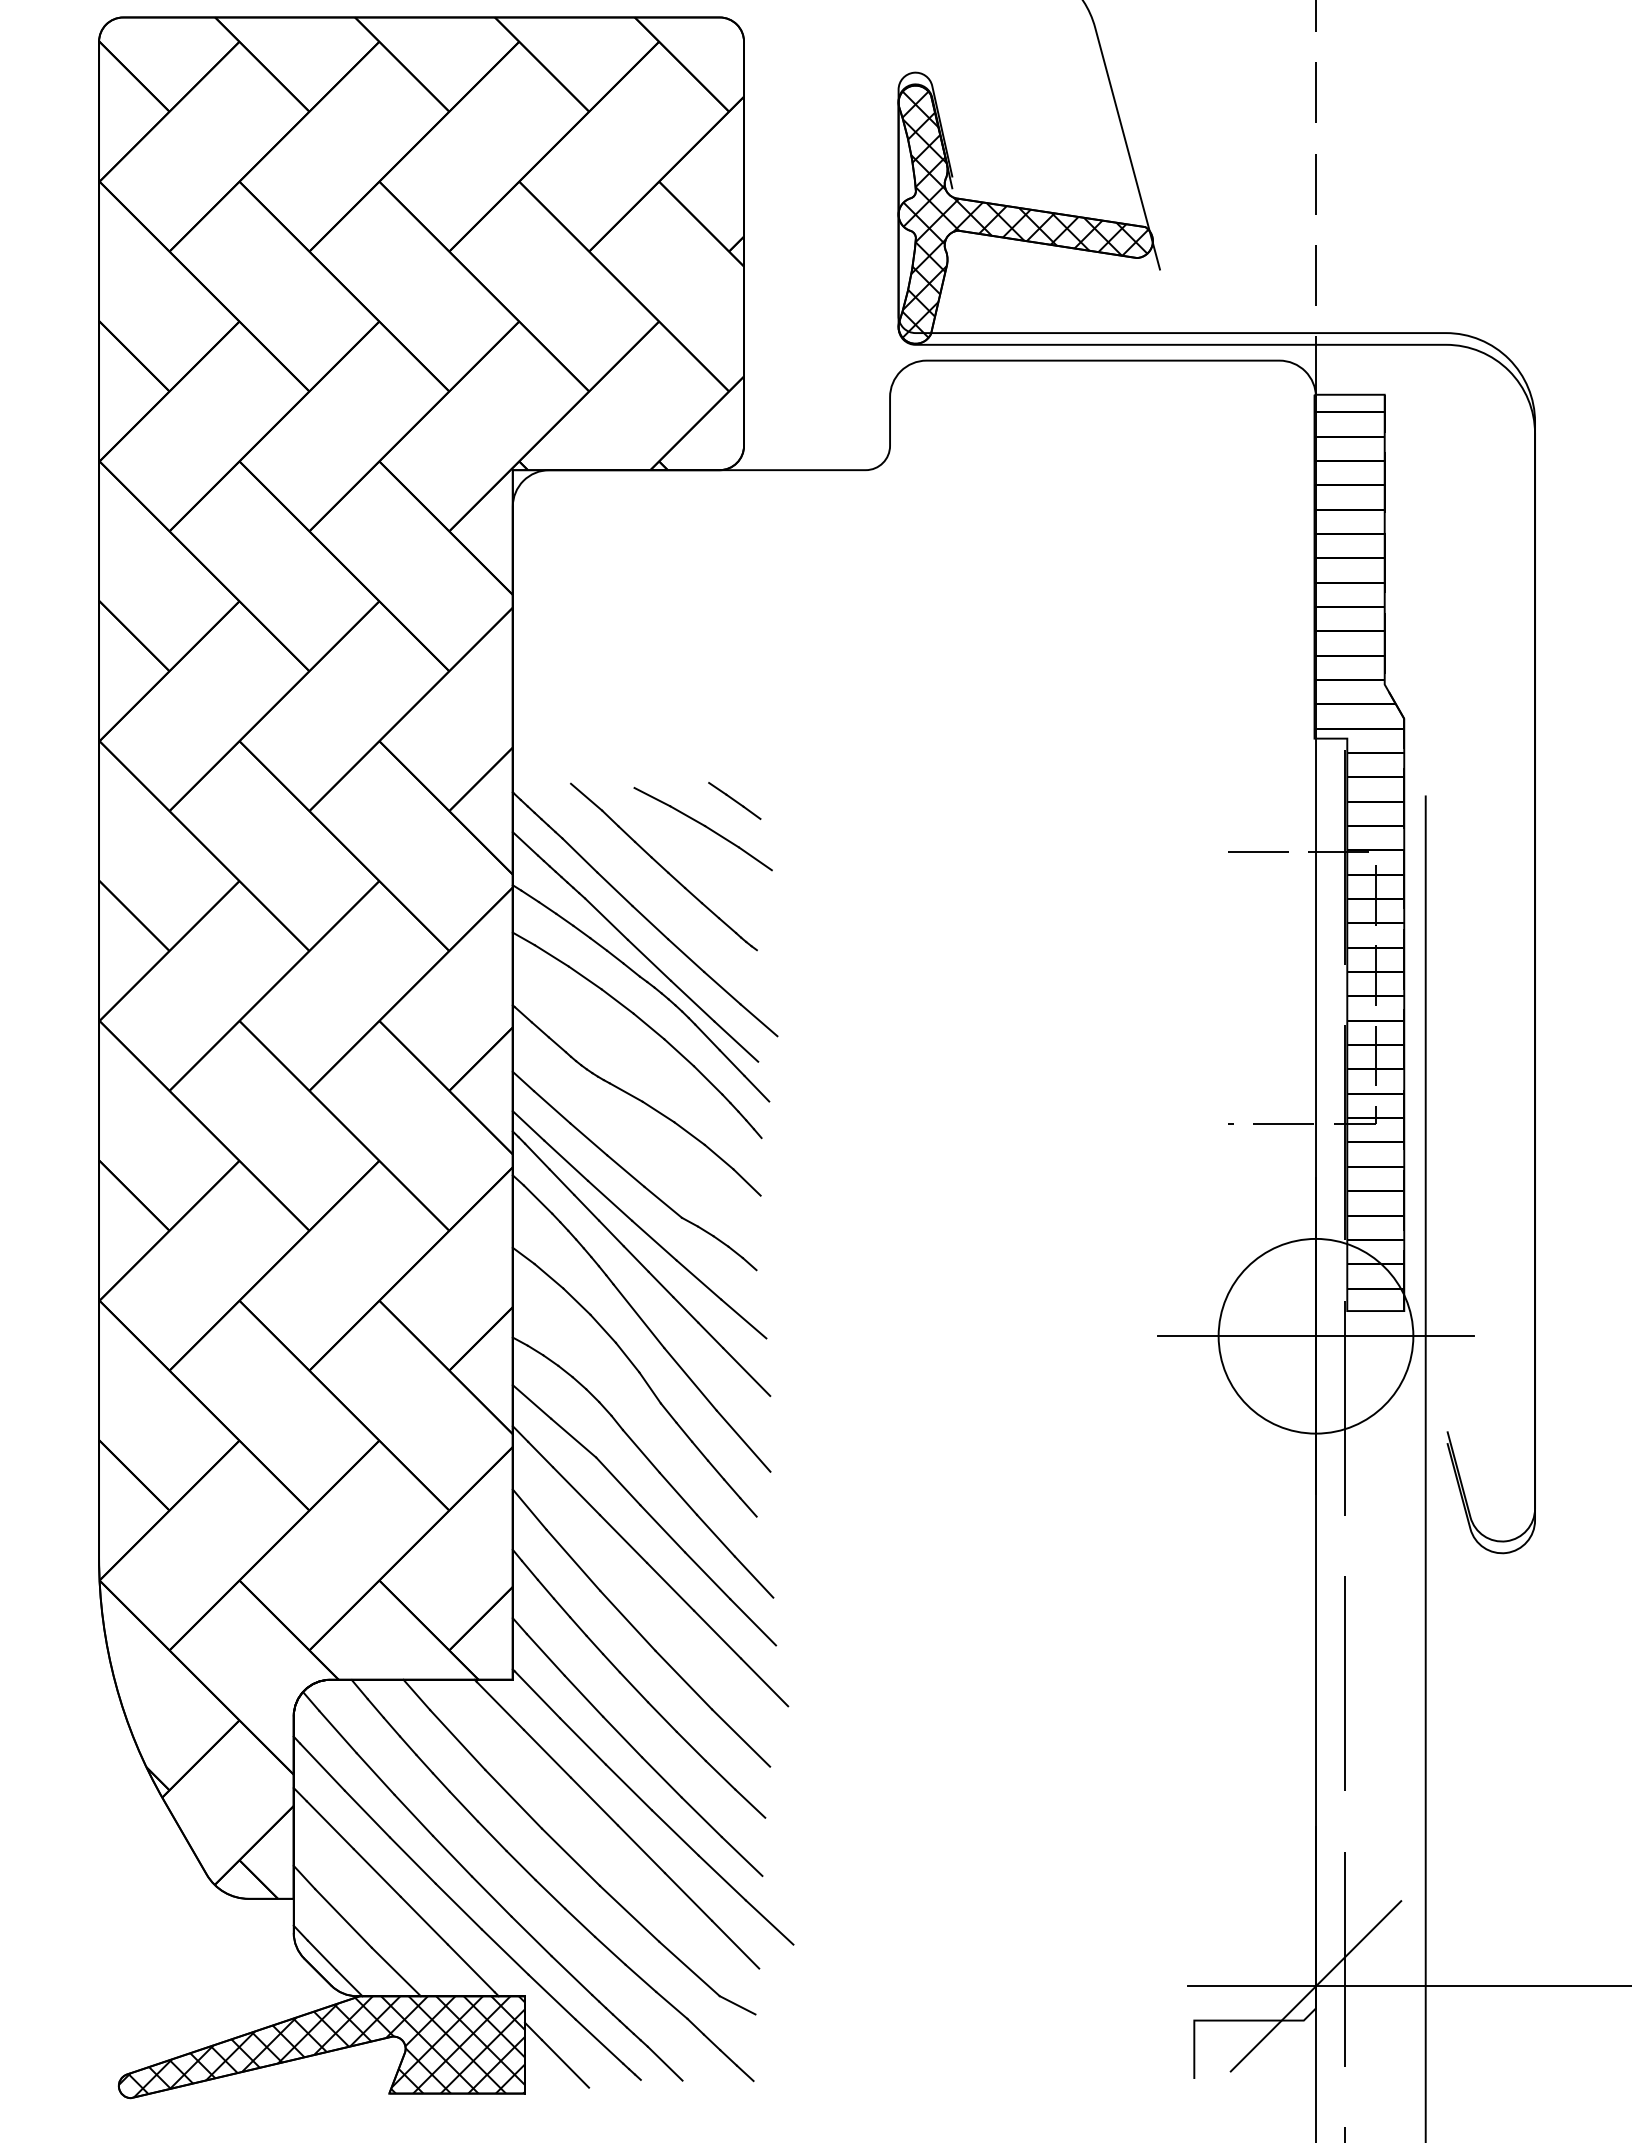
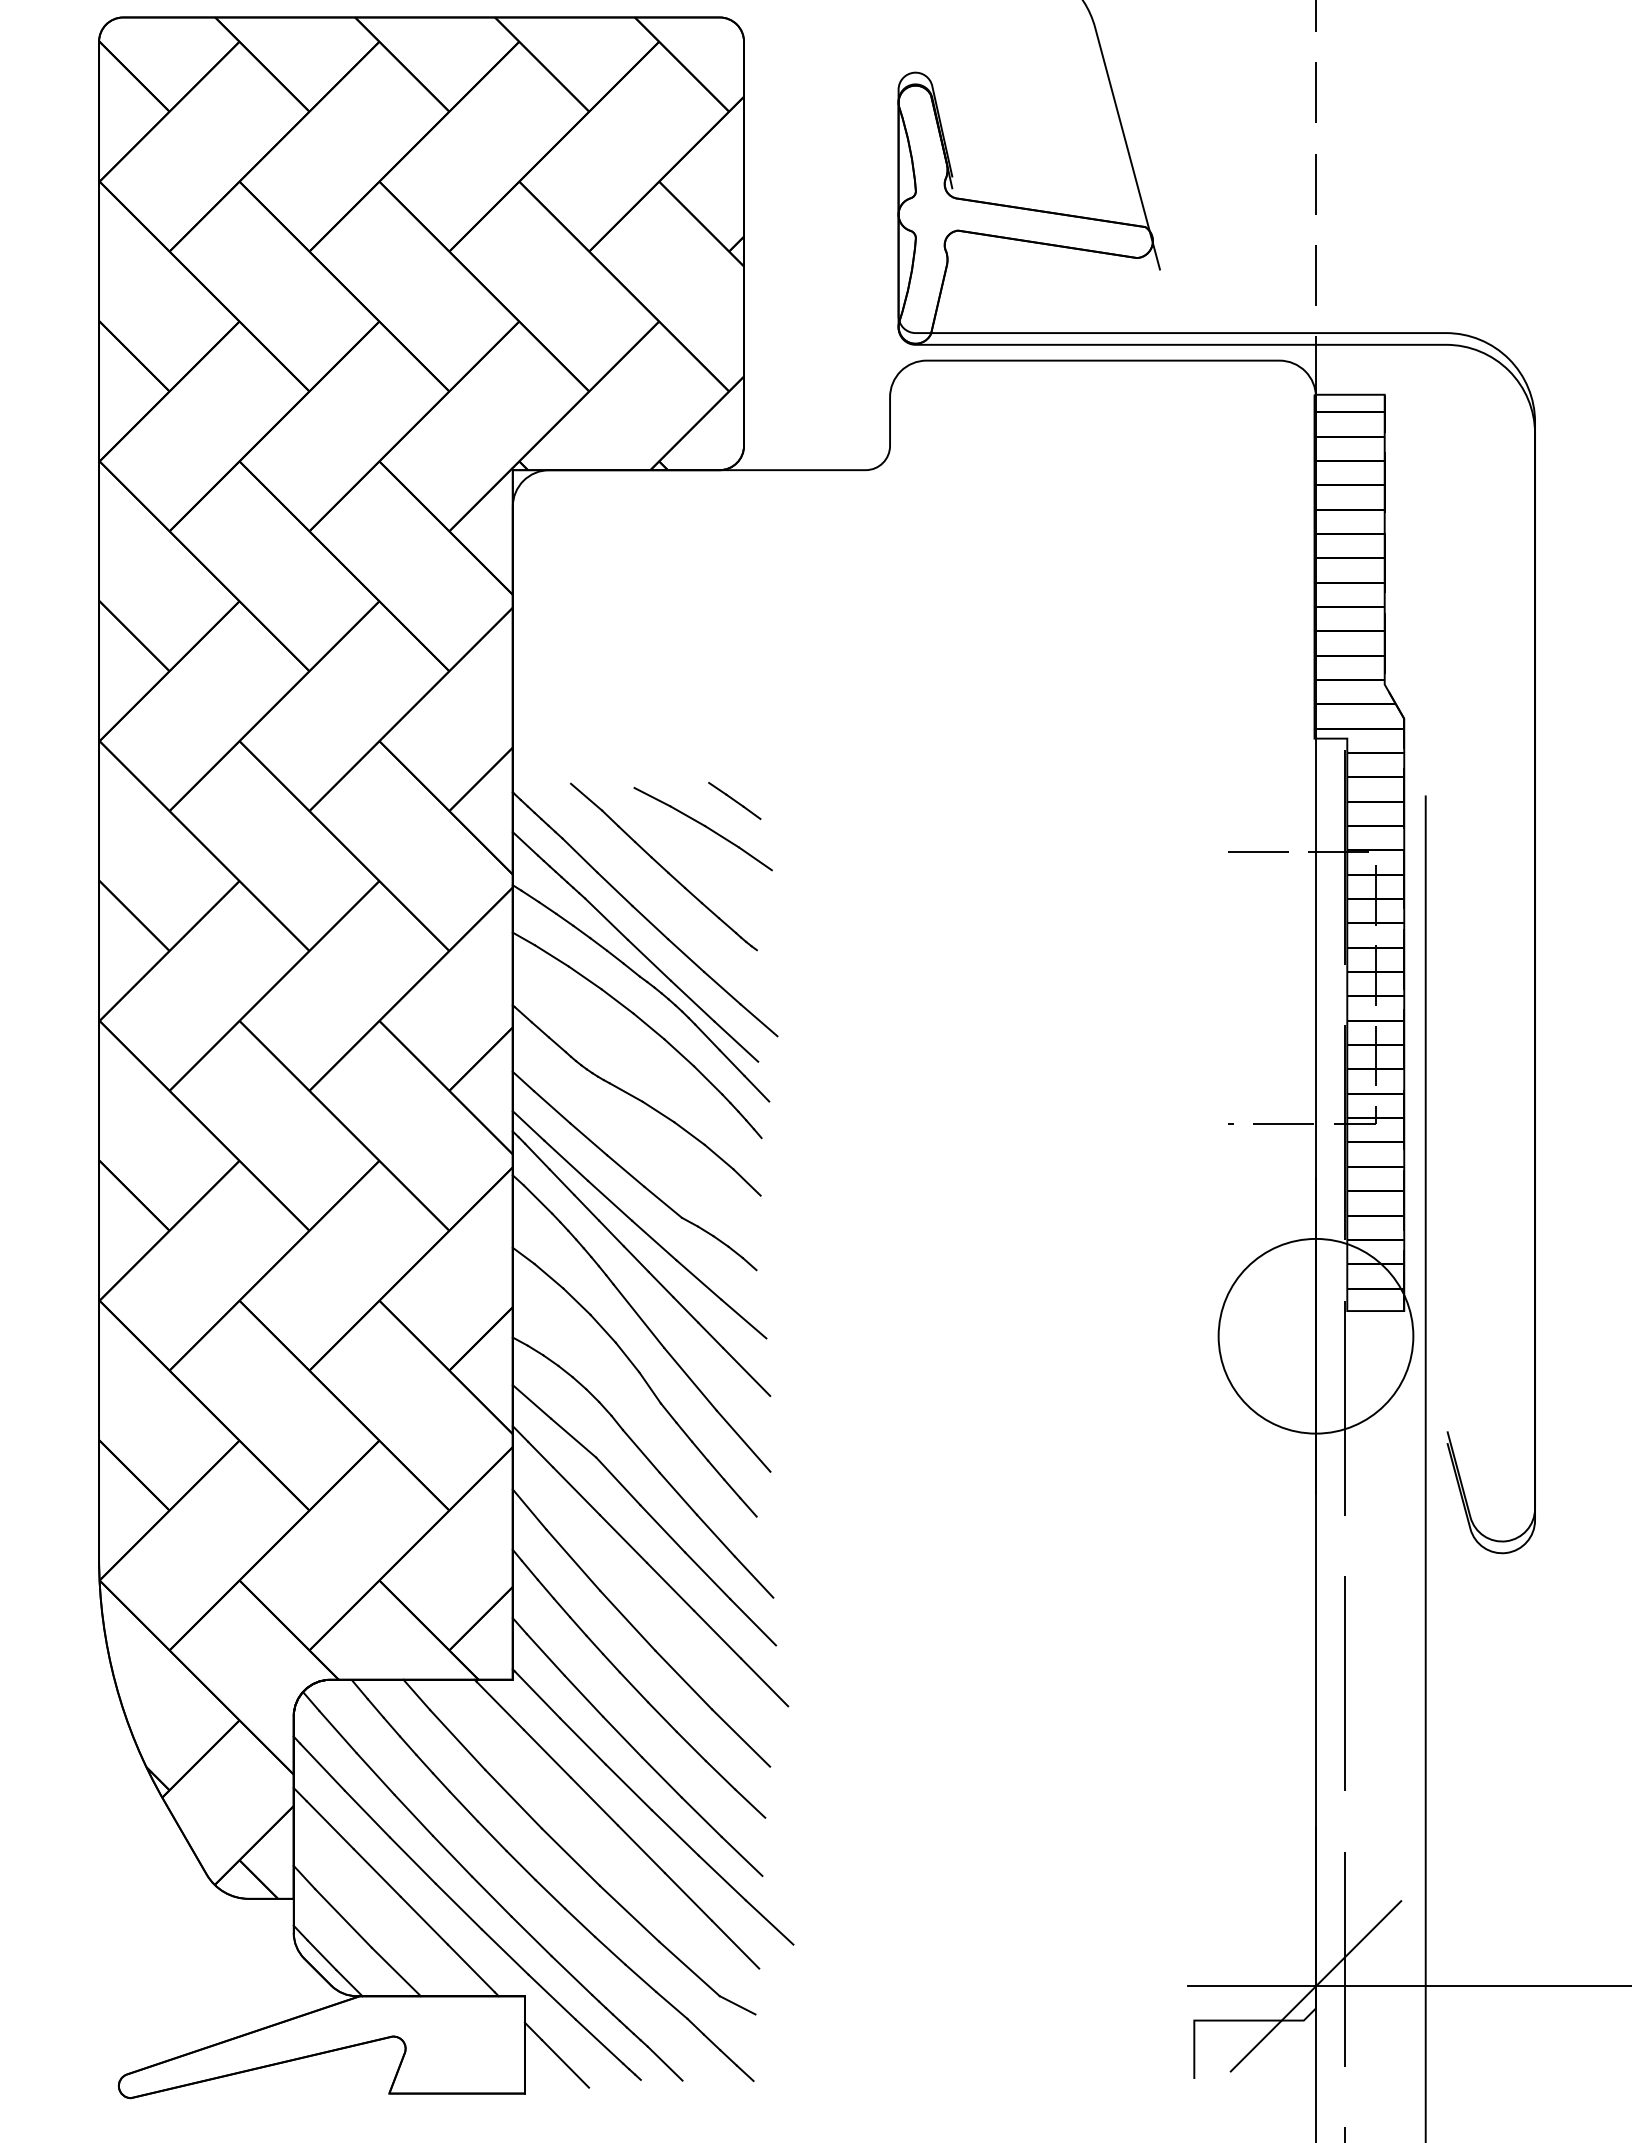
hatch at (1025, 214): present -> none
line at (1315, 1336): present -> none
hatch at (321, 2046): present -> none
